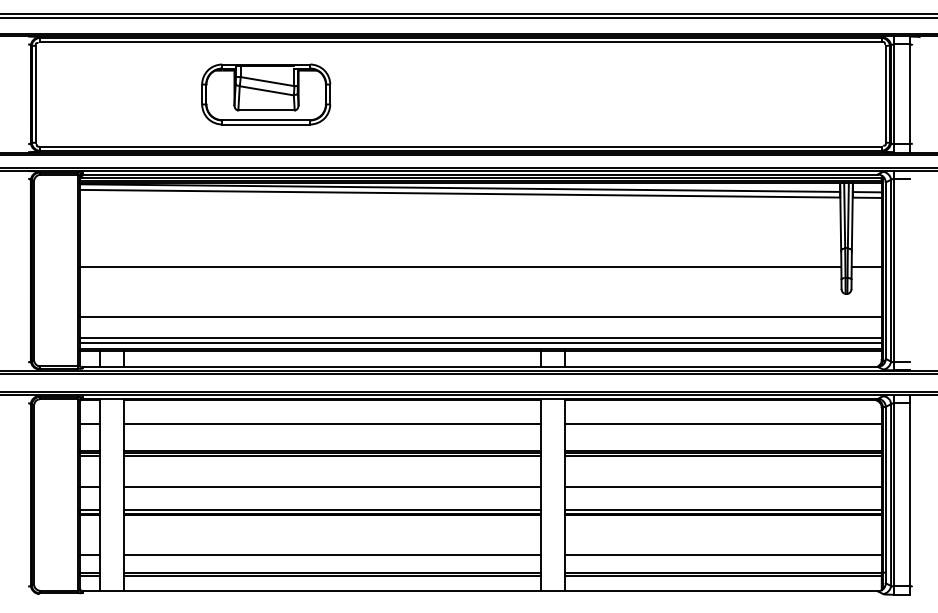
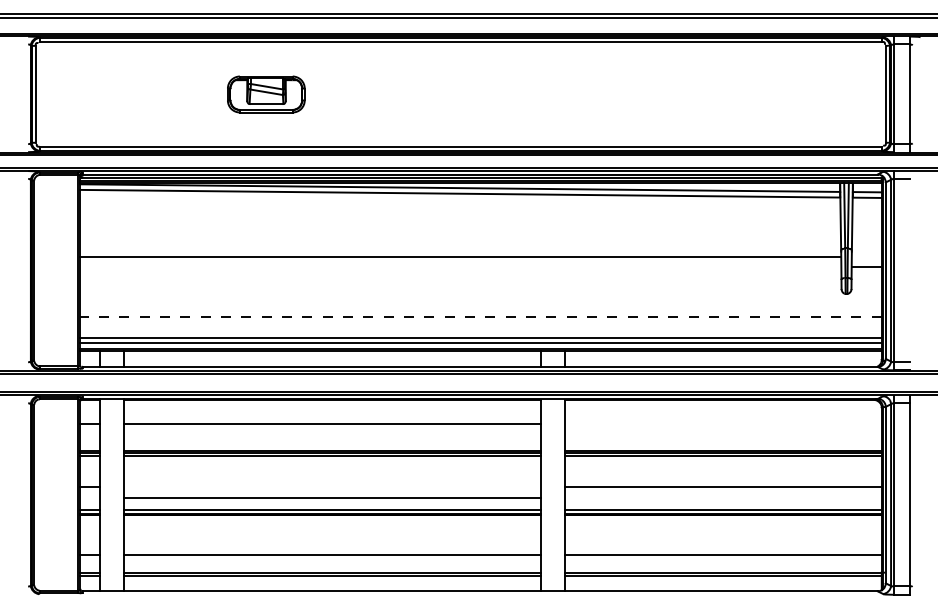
part at (266, 94) size: 131x63 px -> 79x39 px
line at (460, 267) position: (460, 267) -> (460, 257)
line at (481, 317): solid -> dashed
line at (723, 423): present -> none
line at (332, 487) position: (332, 487) -> (332, 498)
